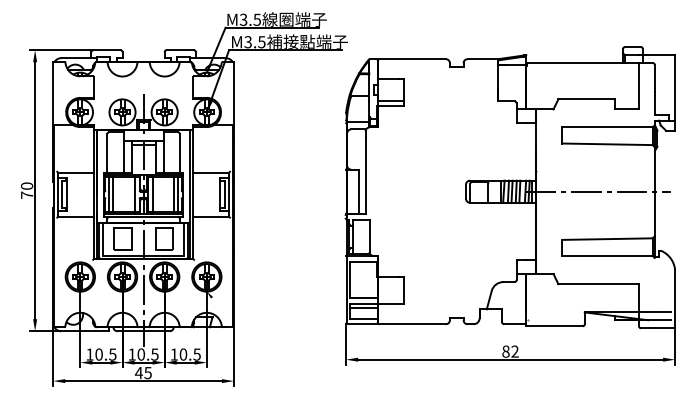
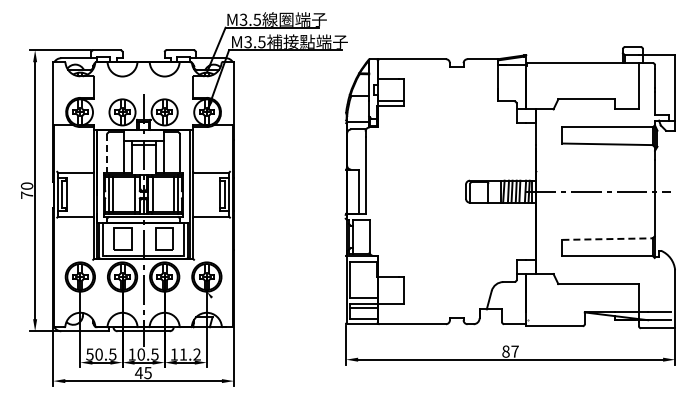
line at (107, 154): solid -> dashed
line at (608, 239): solid -> dashed
text at (514, 351): 82 -> 87
text at (89, 354): 10.5 -> 50.5
text at (189, 354): 10.5 -> 11.2
